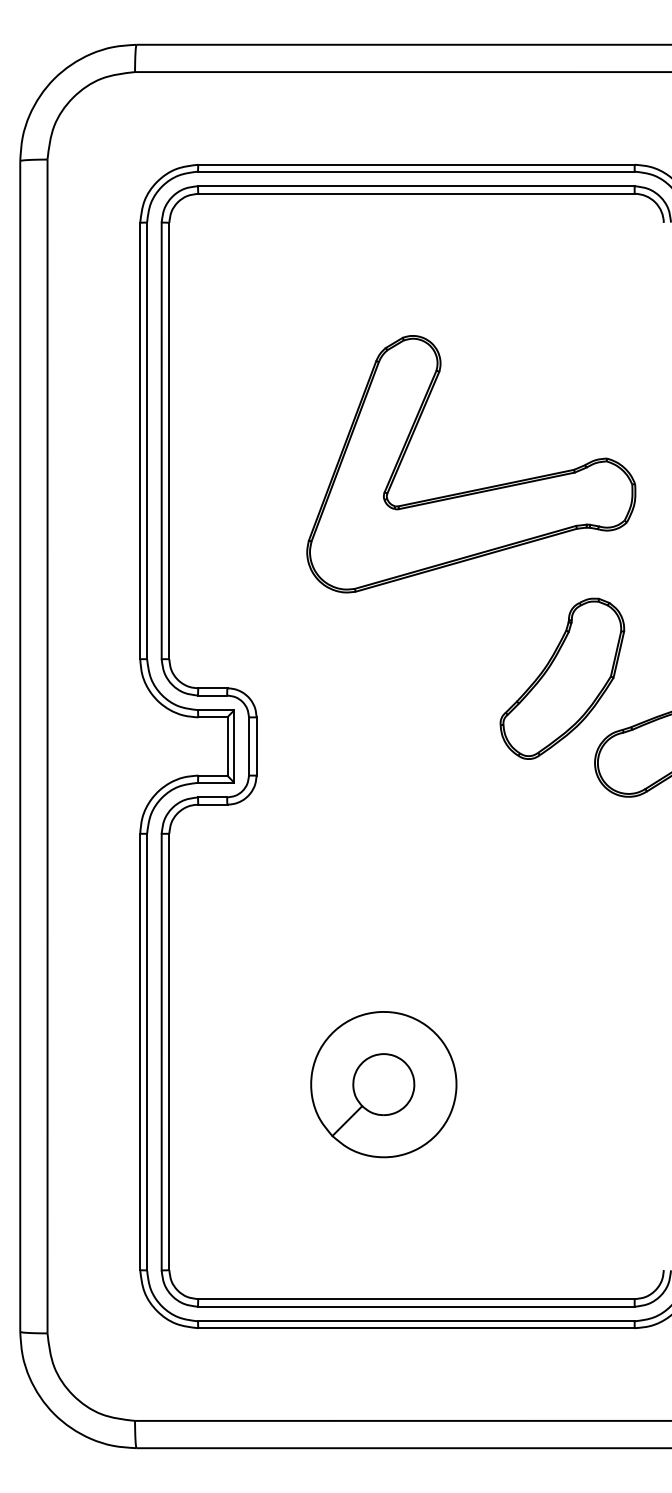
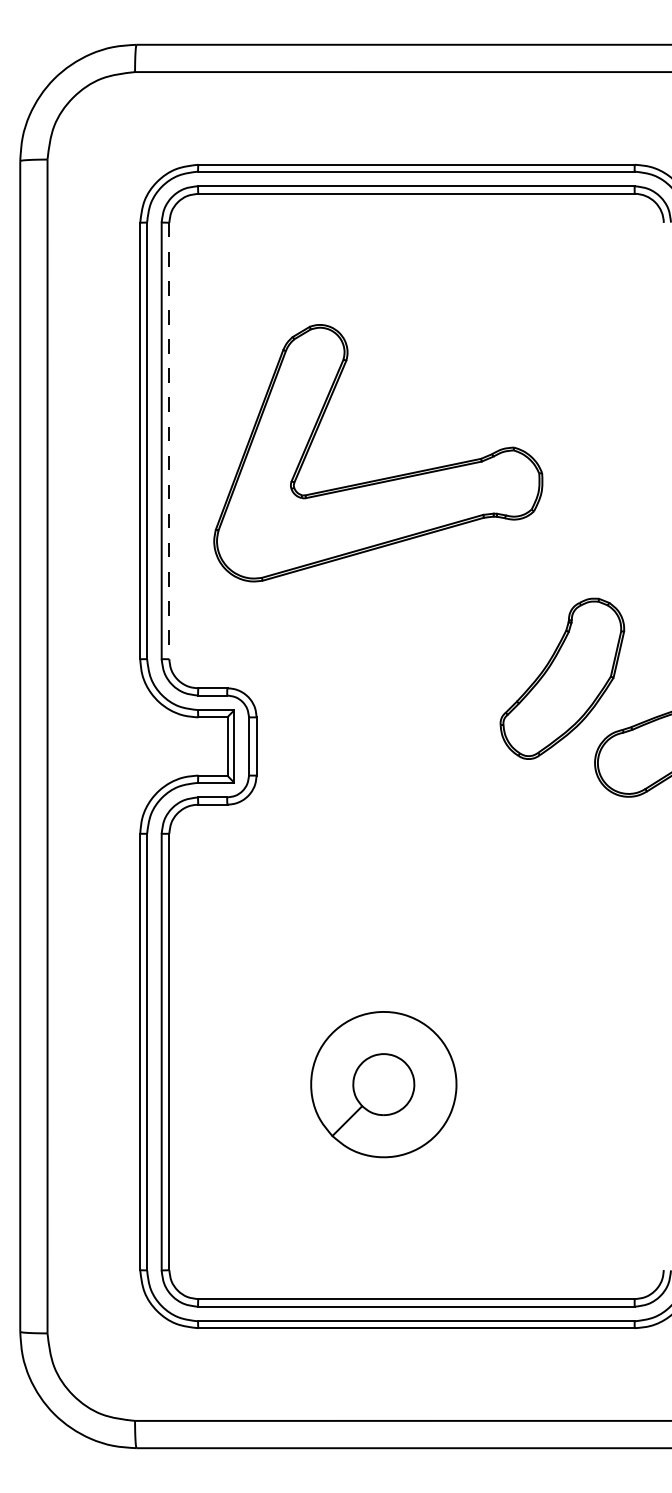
line at (169, 441): solid -> dashed
part at (478, 488) position: (478, 488) -> (385, 477)
